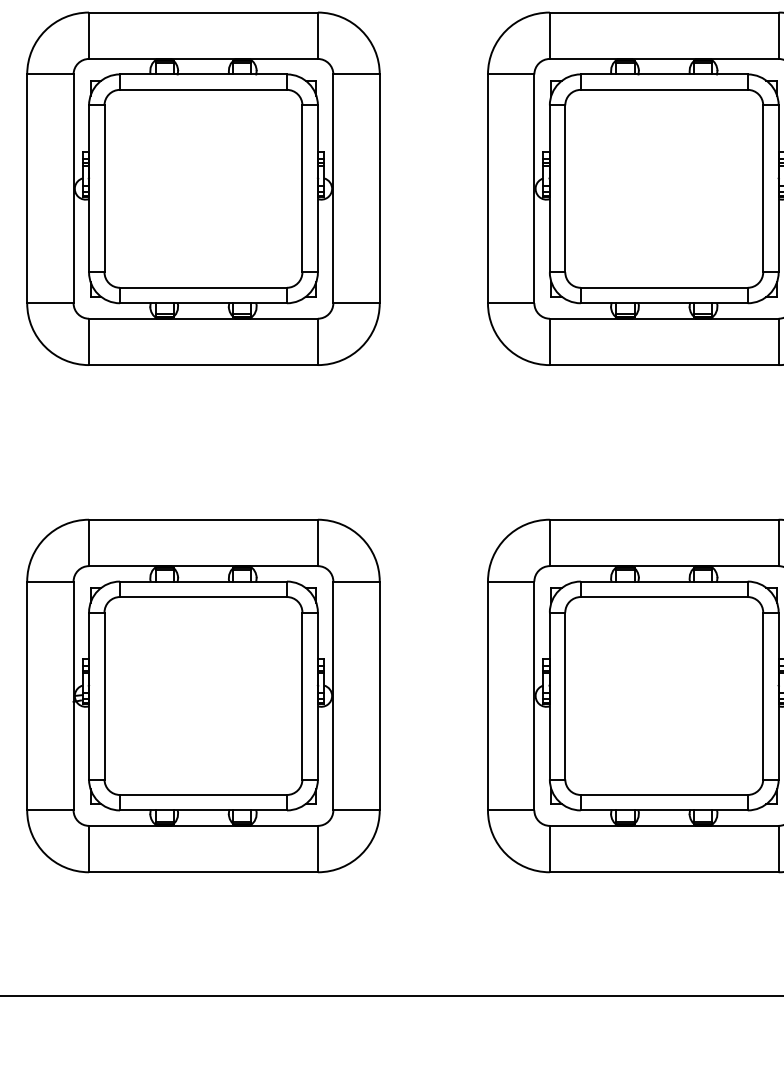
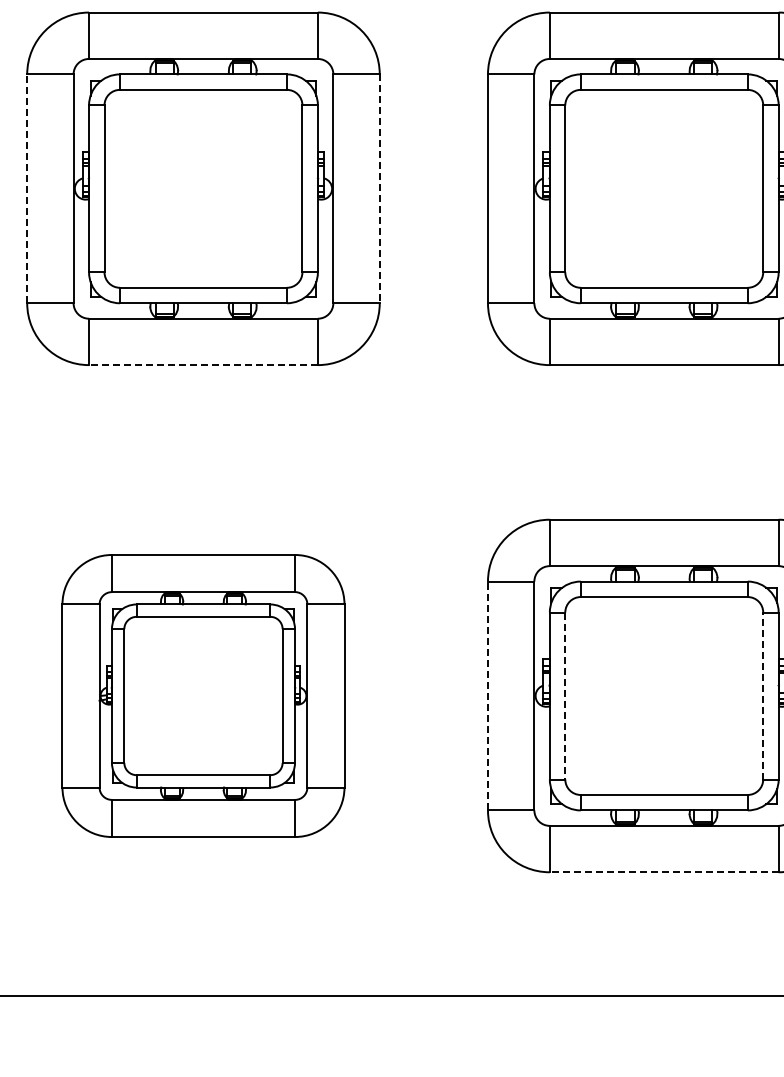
line at (27, 188): solid -> dashed
line at (379, 189): solid -> dashed
line at (202, 365): solid -> dashed
part at (203, 695) size: 355x356 px -> 285x284 px
line at (487, 695): solid -> dashed
line at (763, 695): solid -> dashed
line at (565, 696): solid -> dashed
line at (663, 872): solid -> dashed
